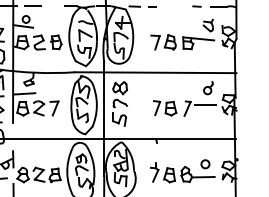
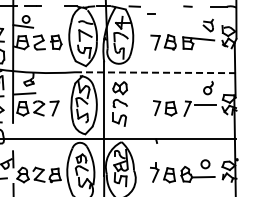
line at (152, 6) position: (152, 6) -> (151, 13)
line at (196, 6) position: (196, 6) -> (187, 6)
line at (155, 72): solid -> dashed
